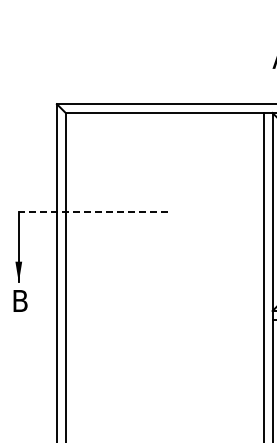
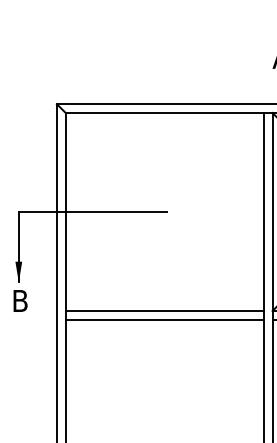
line at (93, 212): dashed -> solid
line at (164, 311): none -> present
line at (164, 319): none -> present
